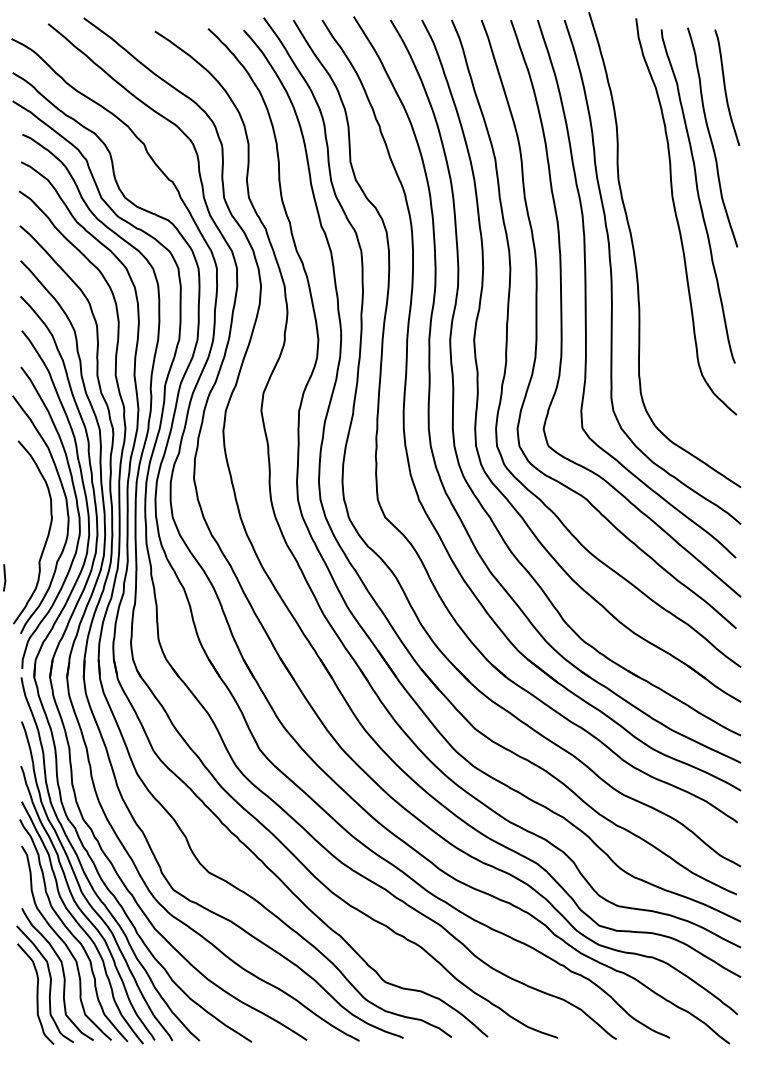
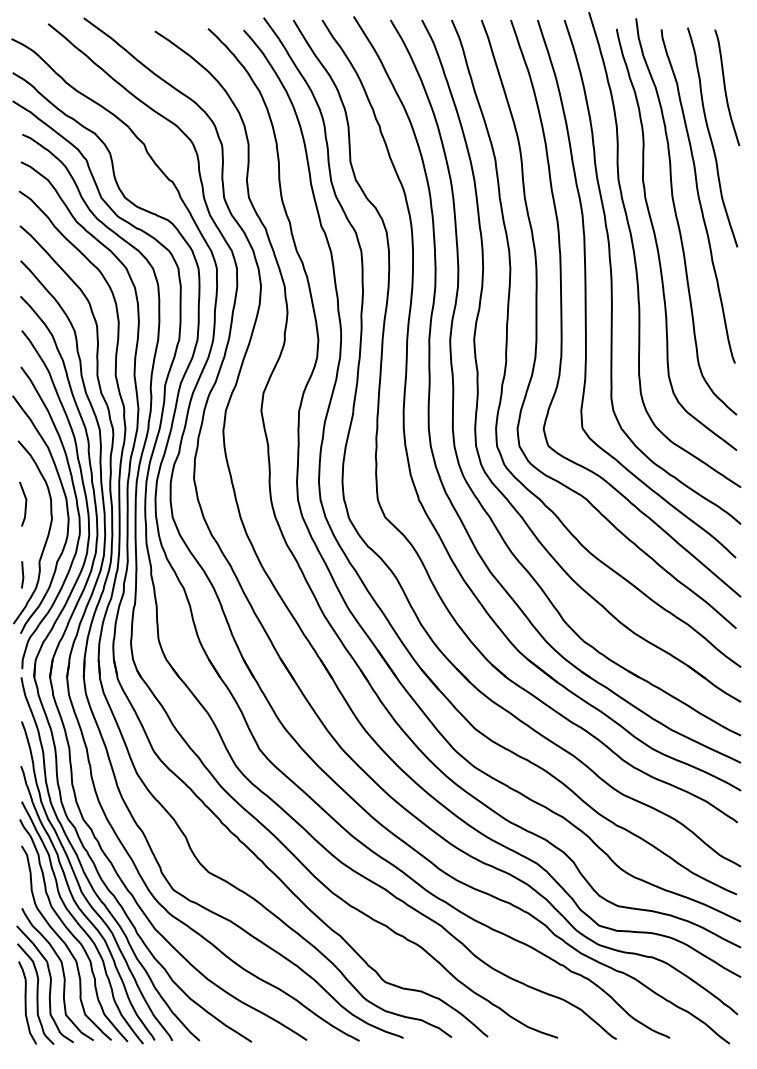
curve at (657, 242): none -> present
line at (25, 503): none -> present
line at (4, 577) position: (4, 577) -> (22, 574)
curve at (26, 1002): none -> present
